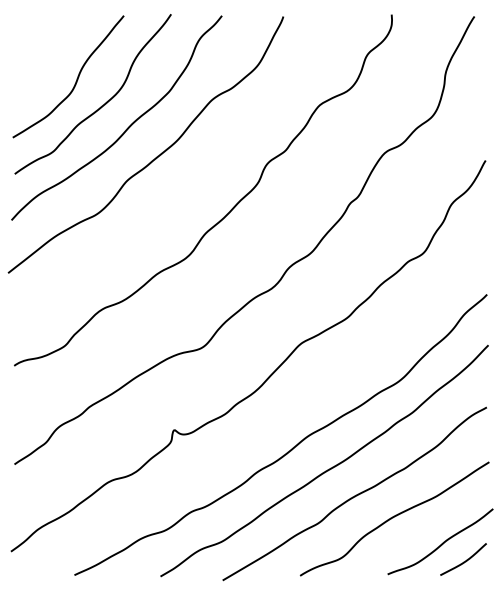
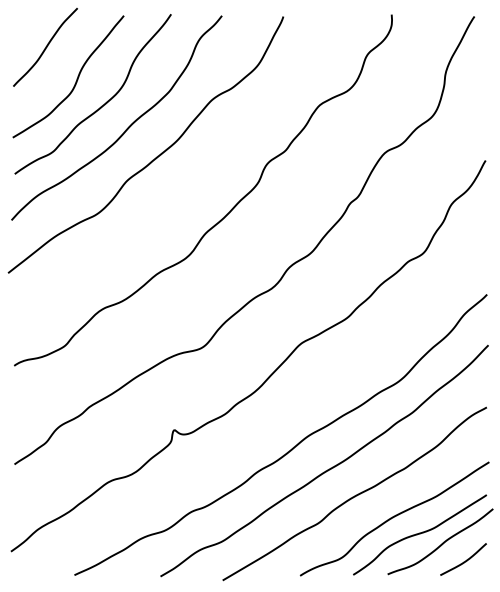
curve at (45, 47): none -> present
curve at (420, 534): none -> present
